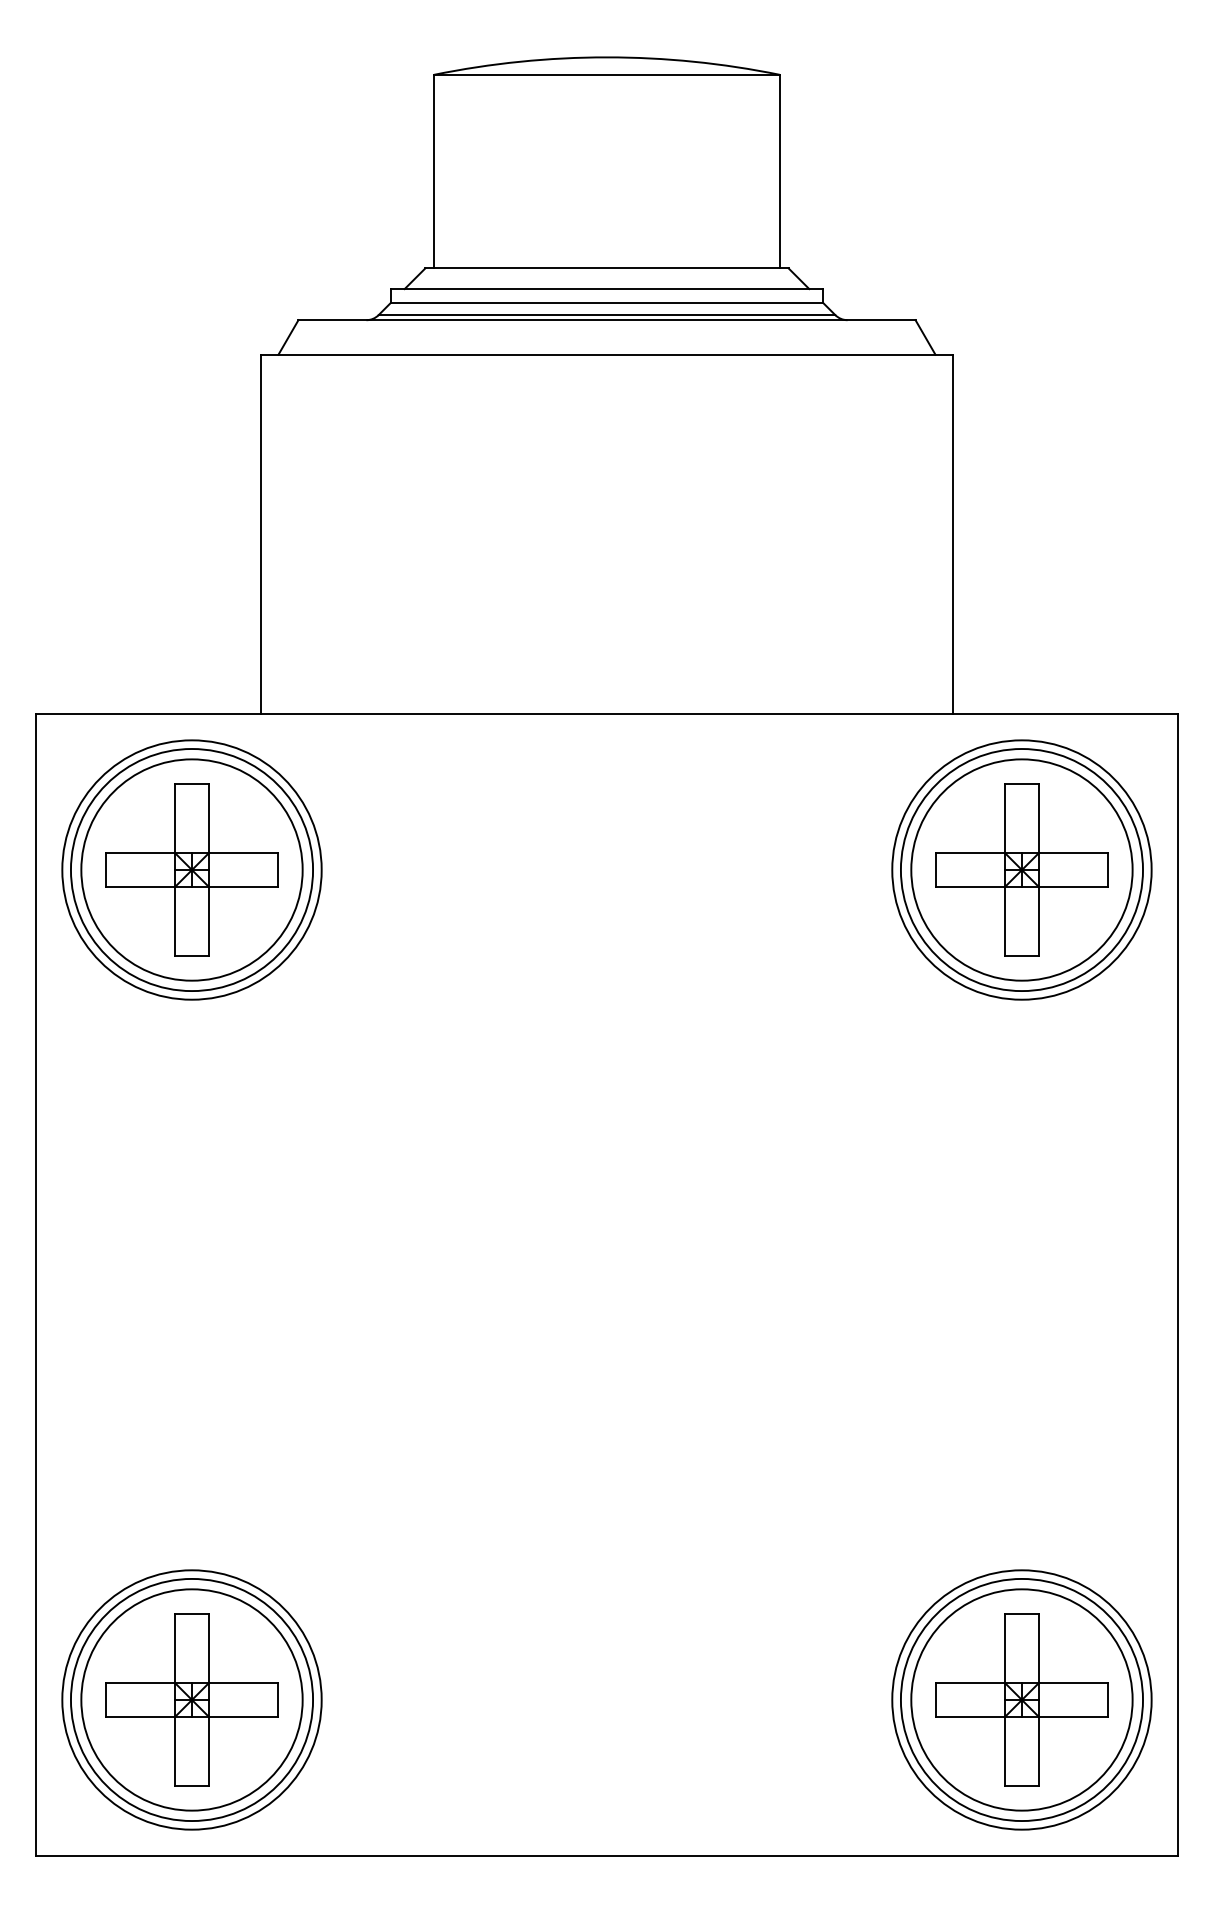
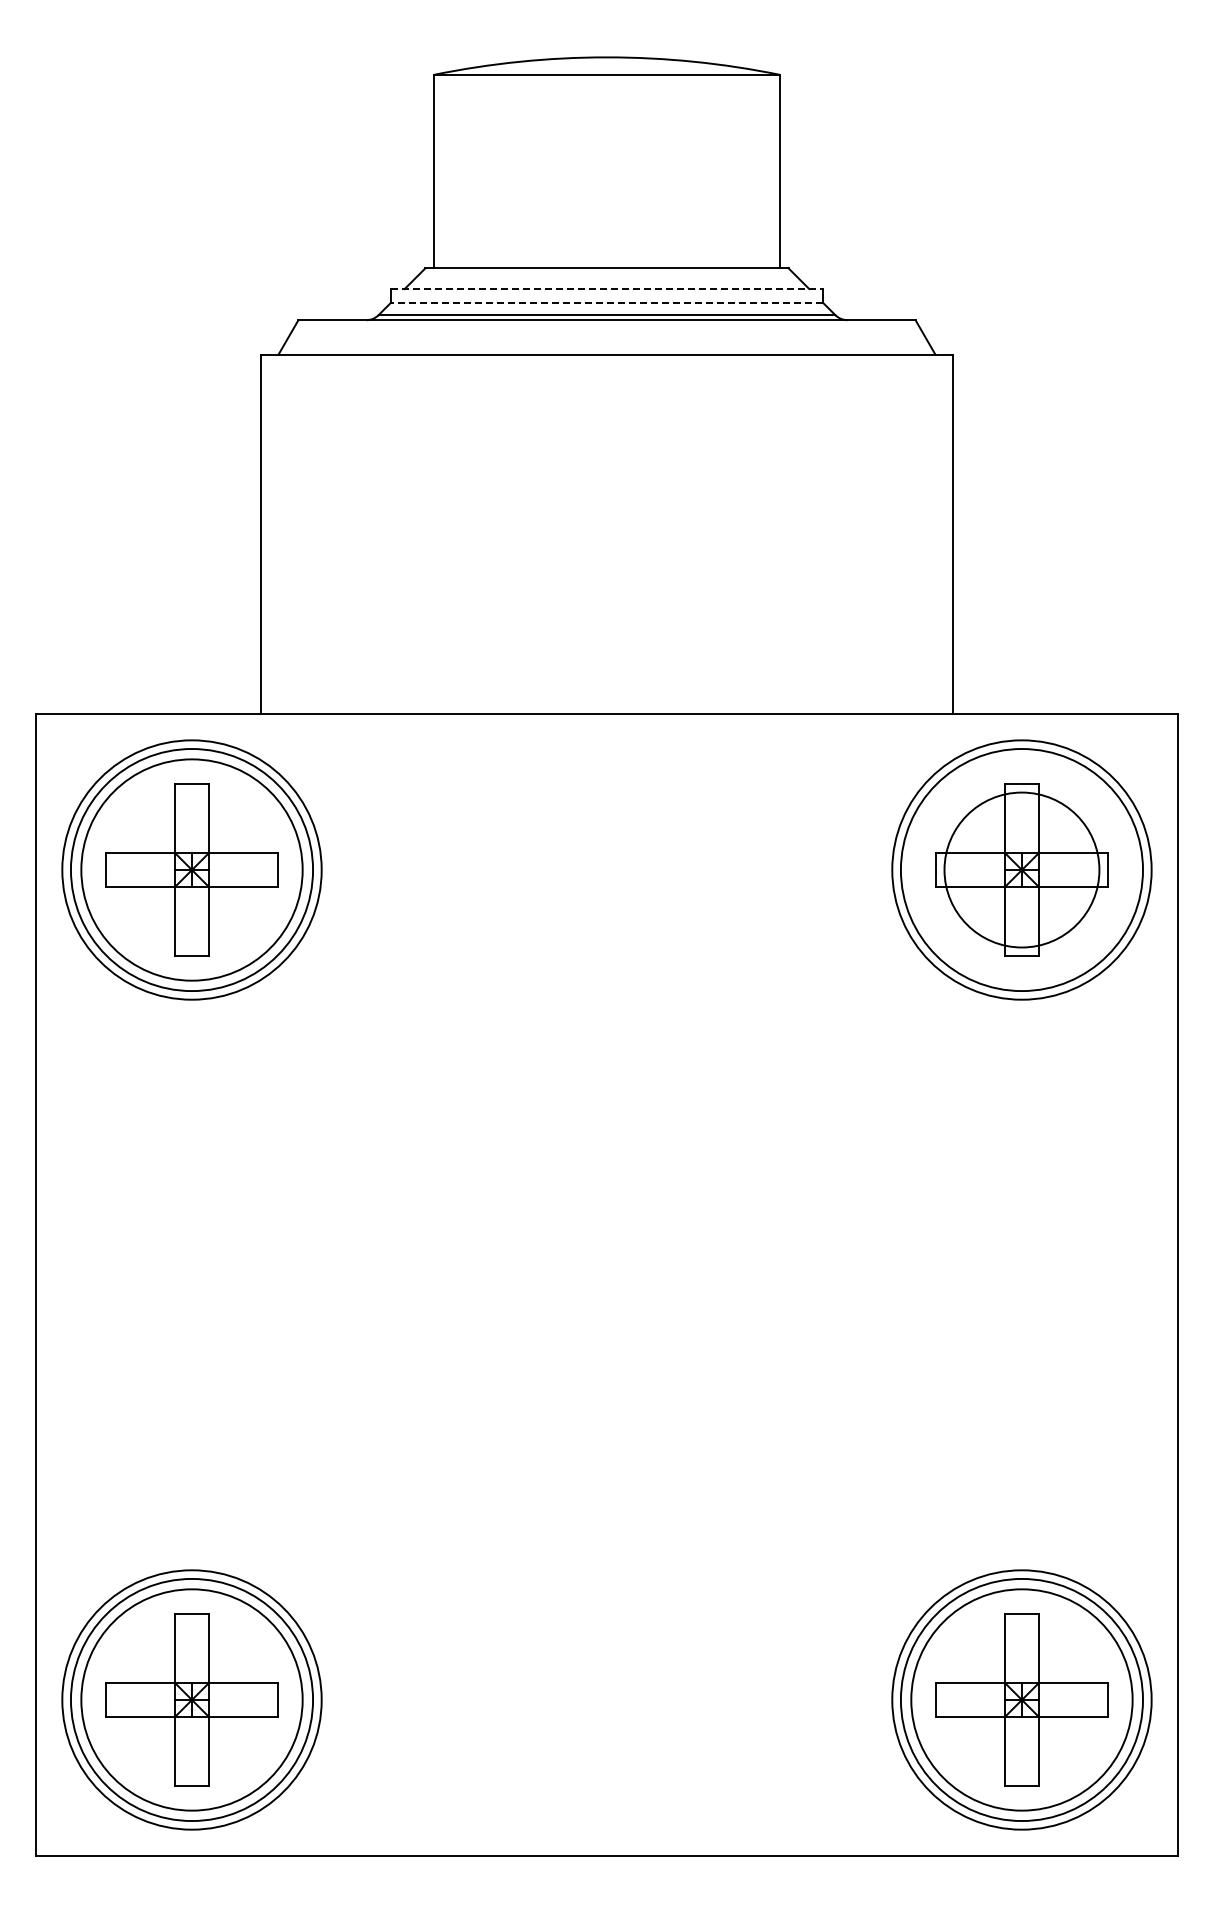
line at (607, 289): solid -> dashed
line at (606, 302): solid -> dashed
circle at (1021, 869) diameter: 221 px -> 155 px
